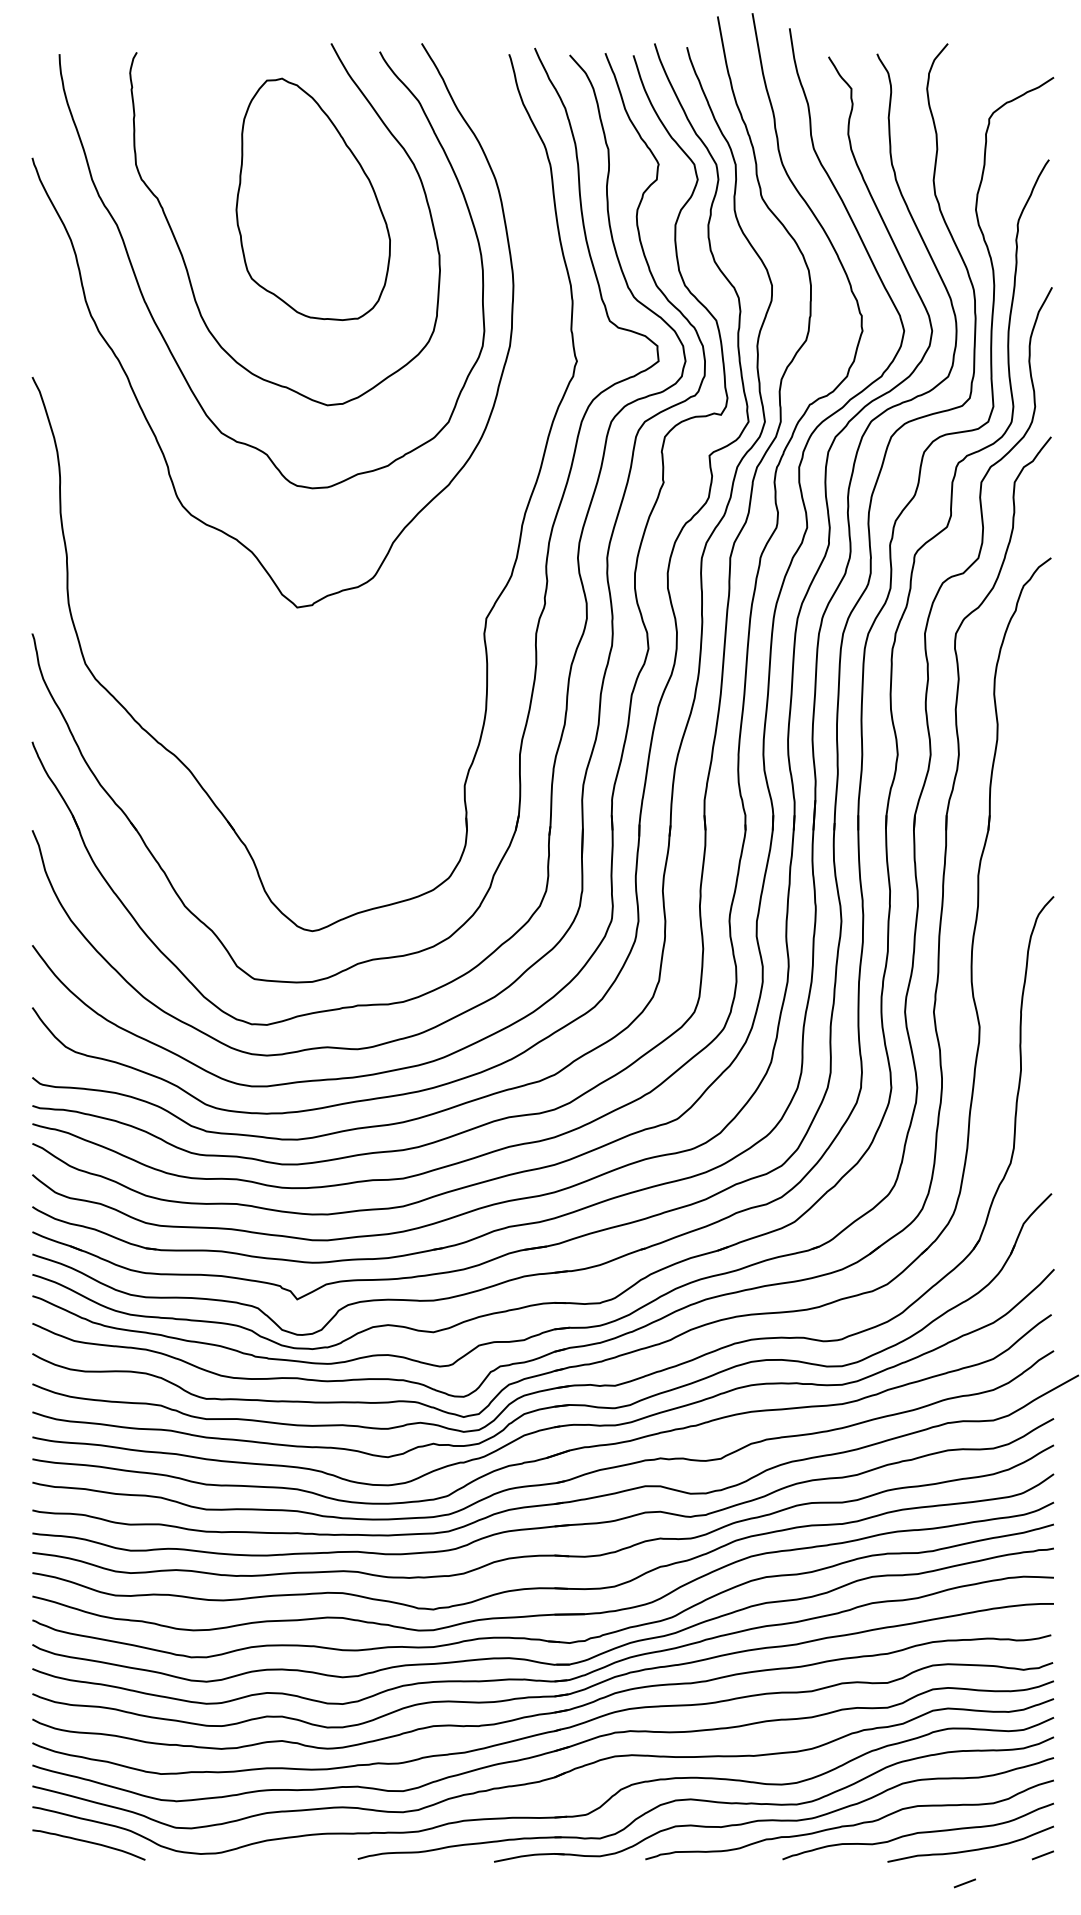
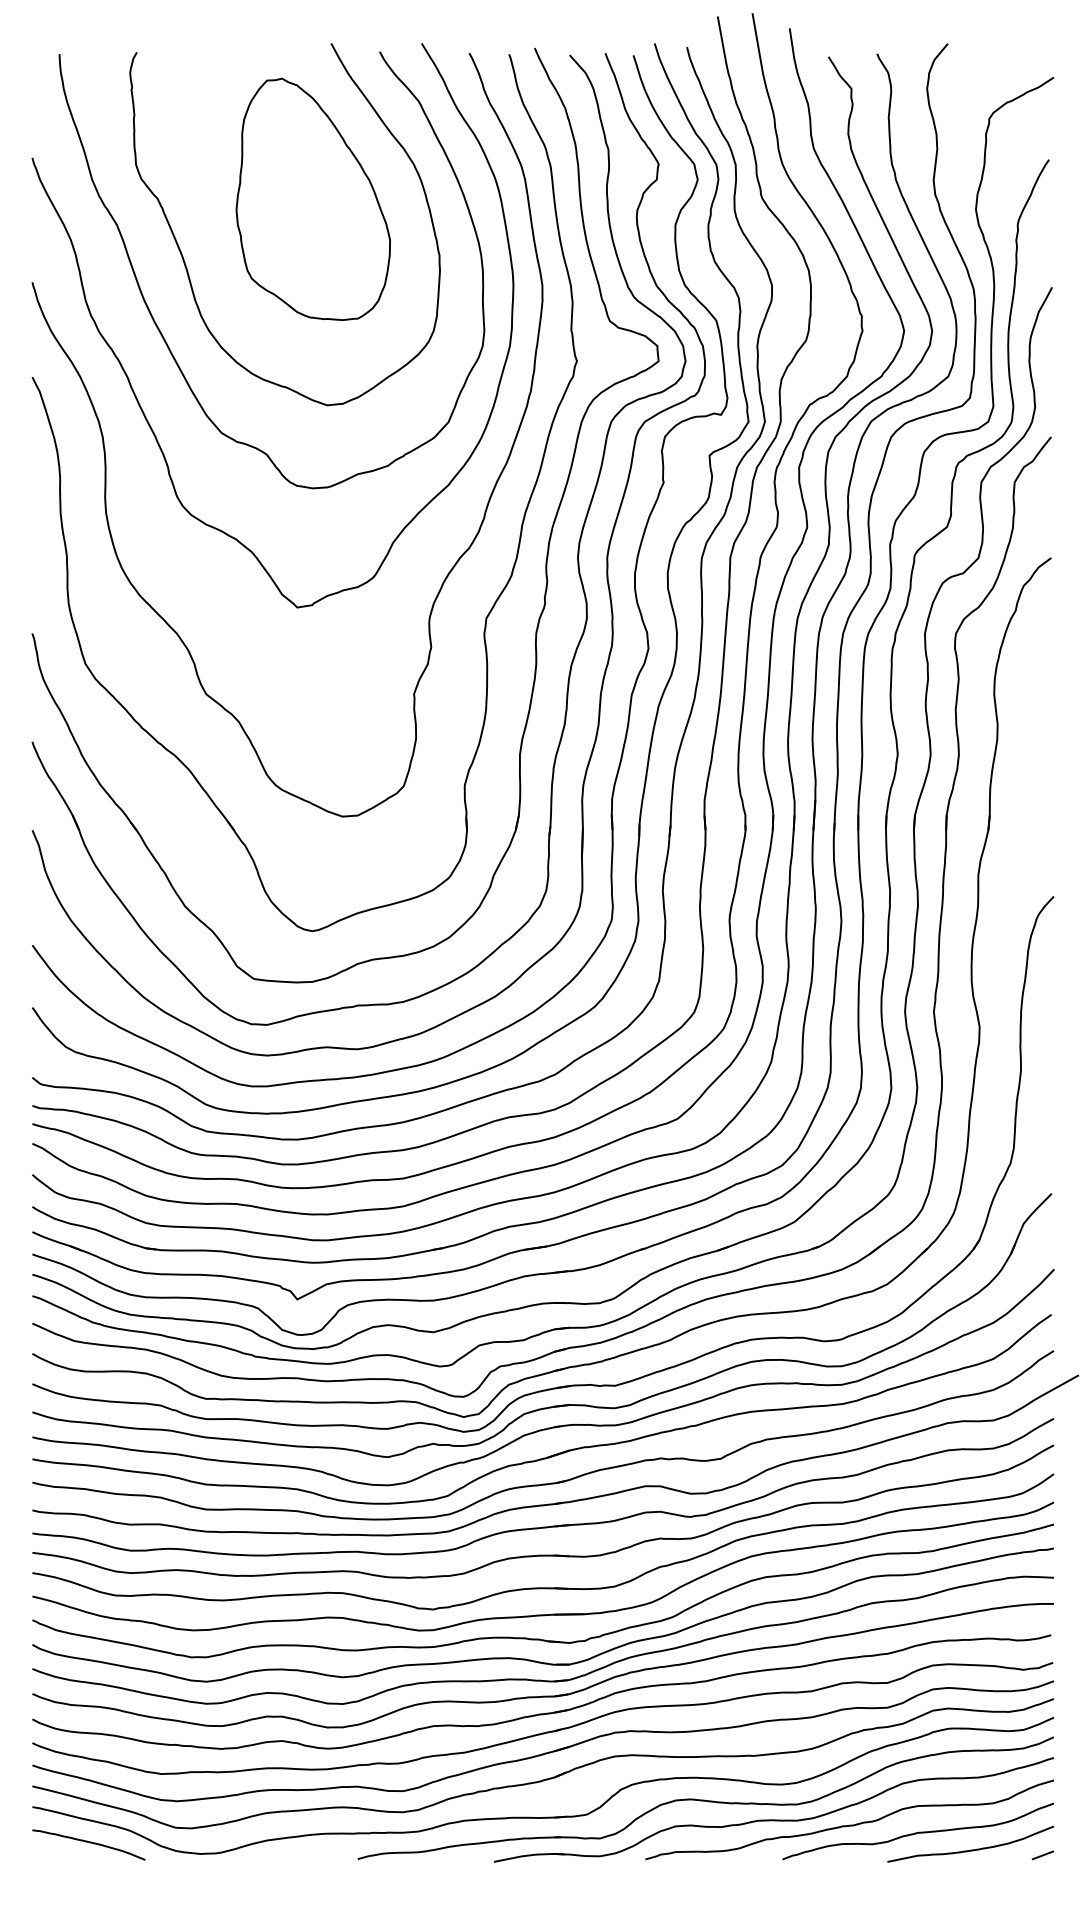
curve at (105, 448): none -> present
line at (964, 1883): present -> none
